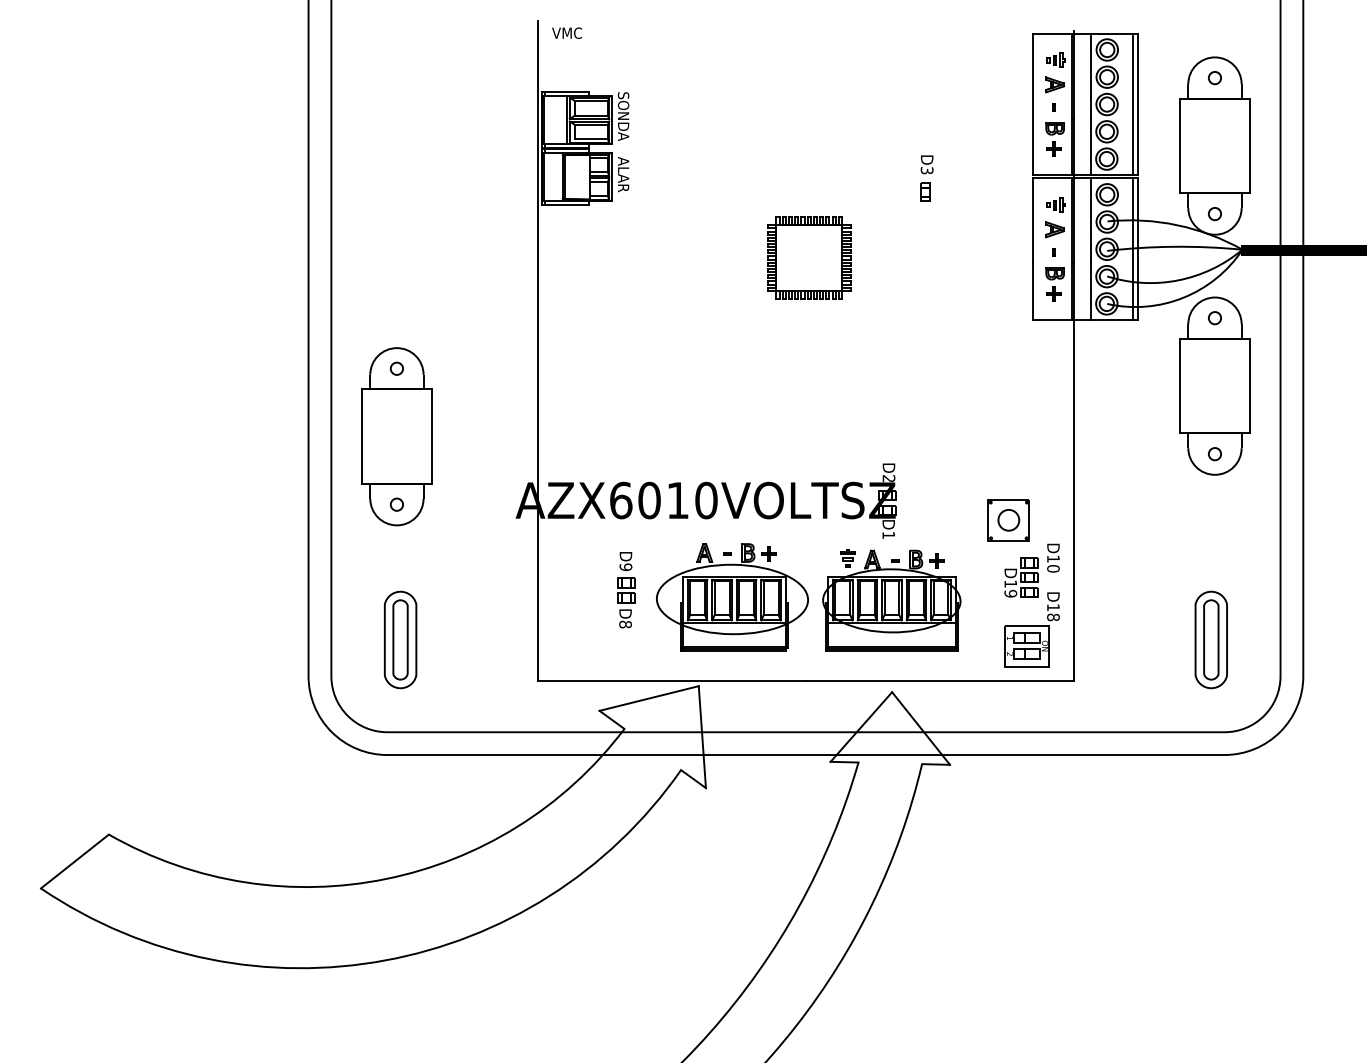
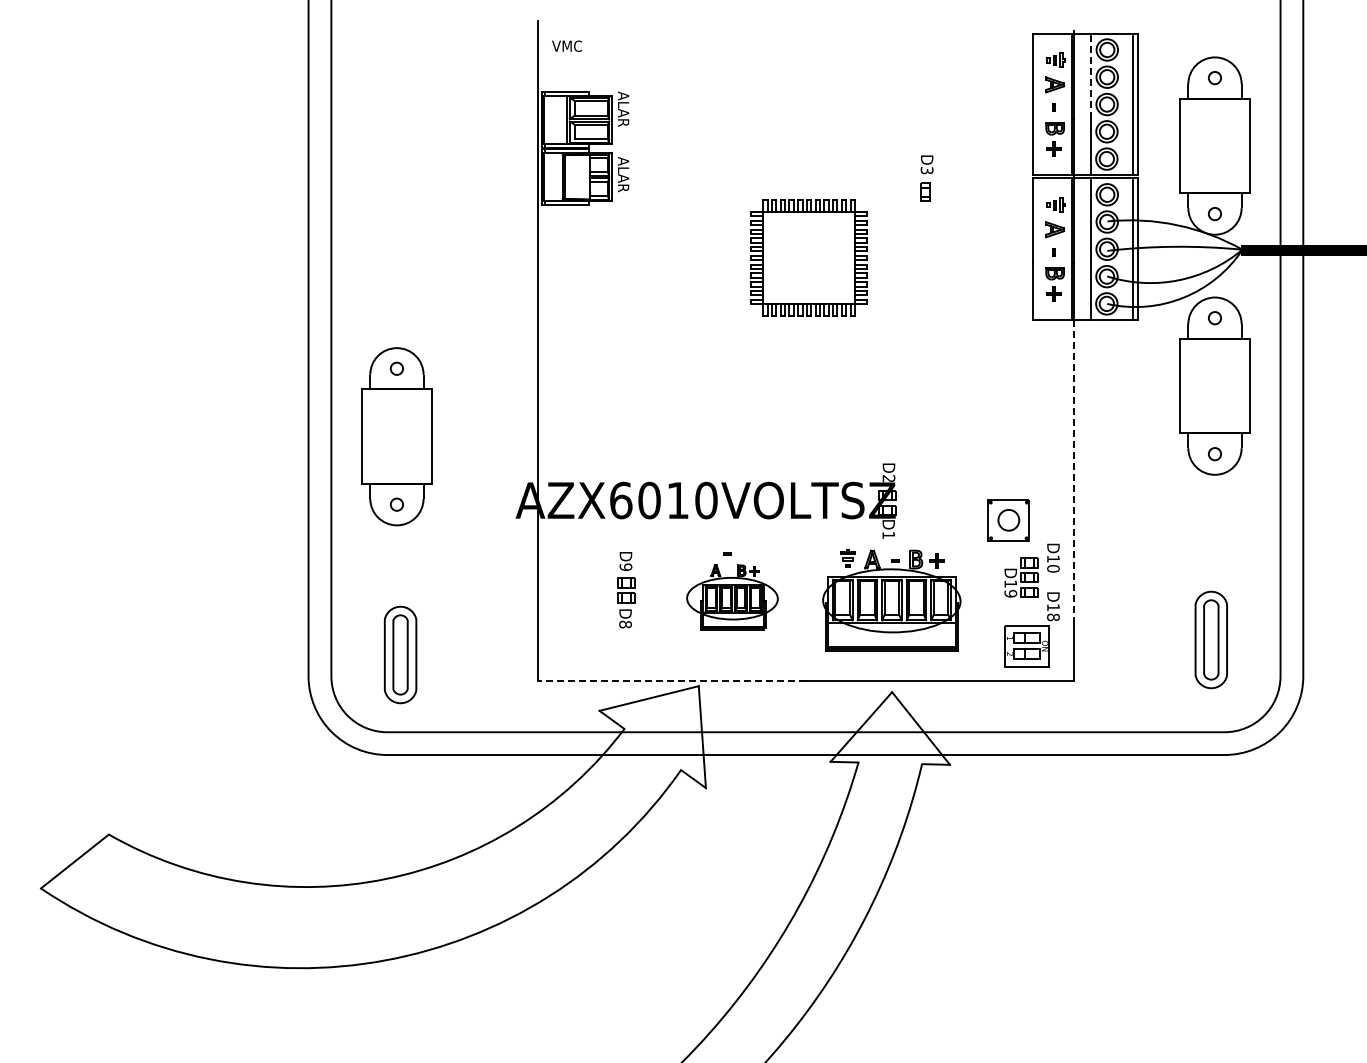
text at (566, 32) position: (566, 32) -> (566, 45)
line at (1090, 76): solid -> dashed
text at (623, 115): SONDA -> ALAR
part at (809, 257) size: 85x84 px -> 118x118 px
line at (1073, 471): solid -> dashed
part at (732, 597) size: 153x109 px -> 93x67 px
part at (400, 639) position: (400, 639) -> (400, 654)
line at (672, 681): solid -> dashed
